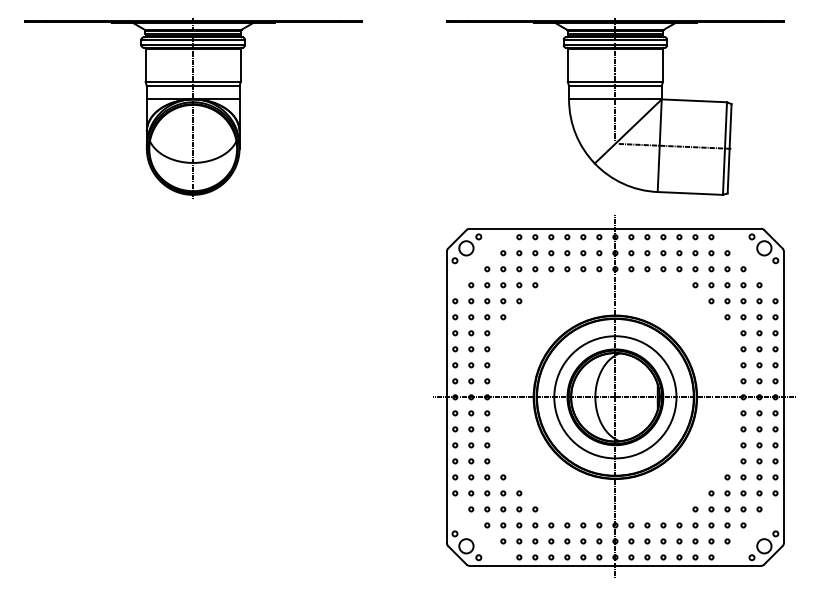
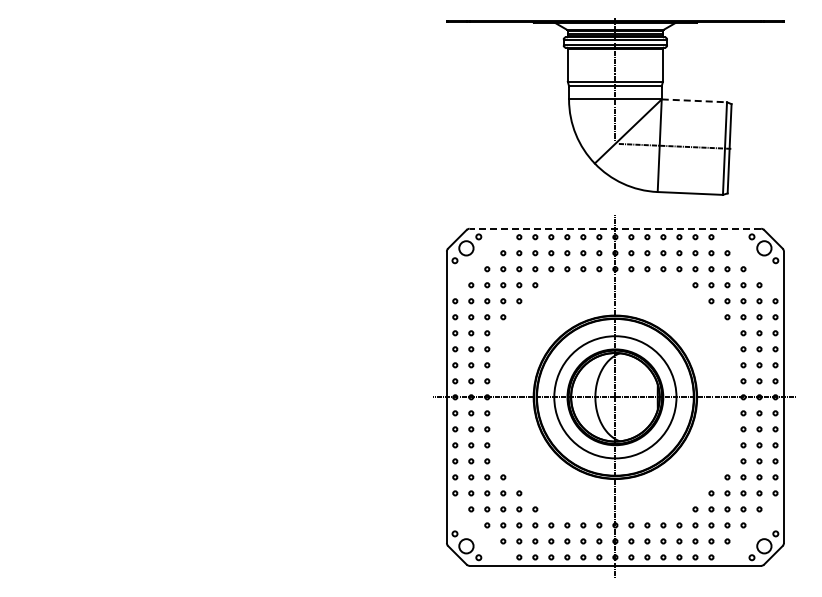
line at (694, 100): solid -> dashed
part at (193, 108): present -> none
line at (615, 228): solid -> dashed
